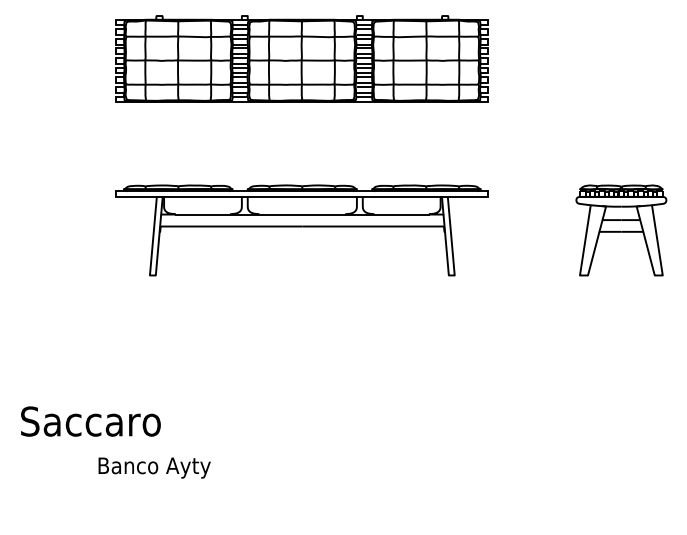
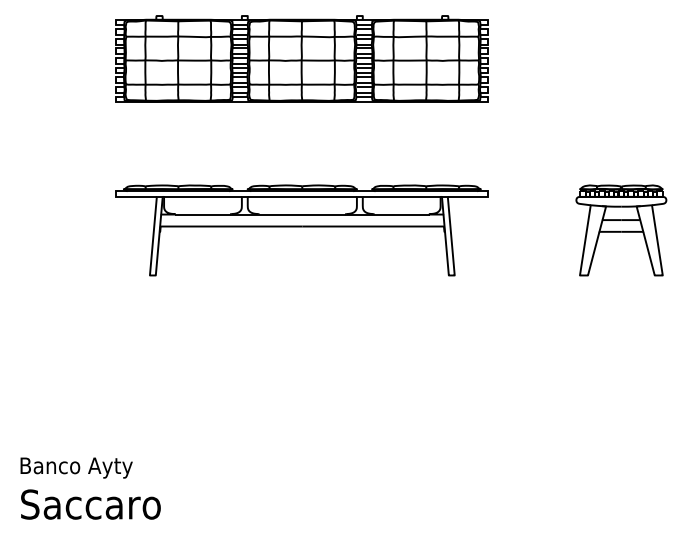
text at (90, 421) position: (90, 421) -> (90, 504)
text at (154, 467) position: (154, 467) -> (76, 467)
